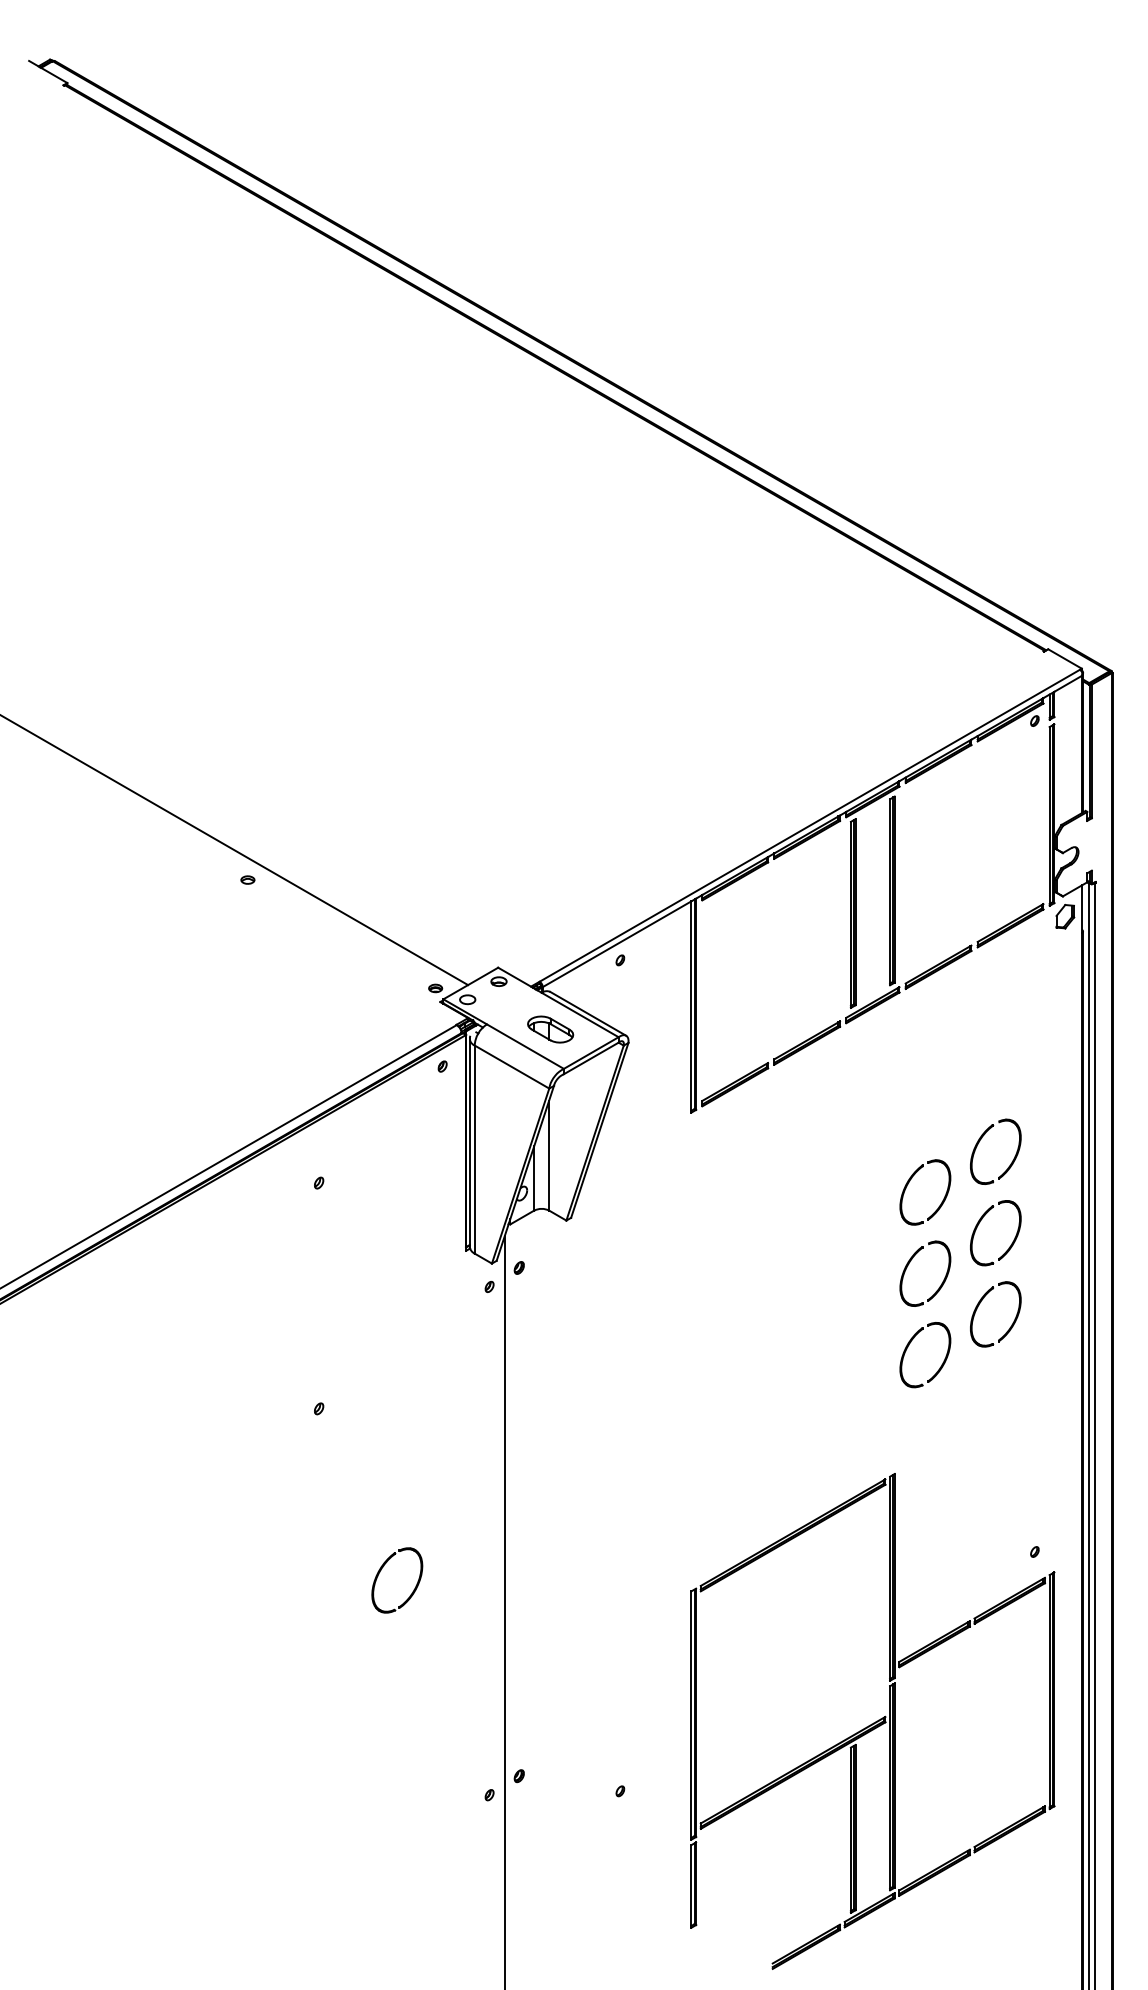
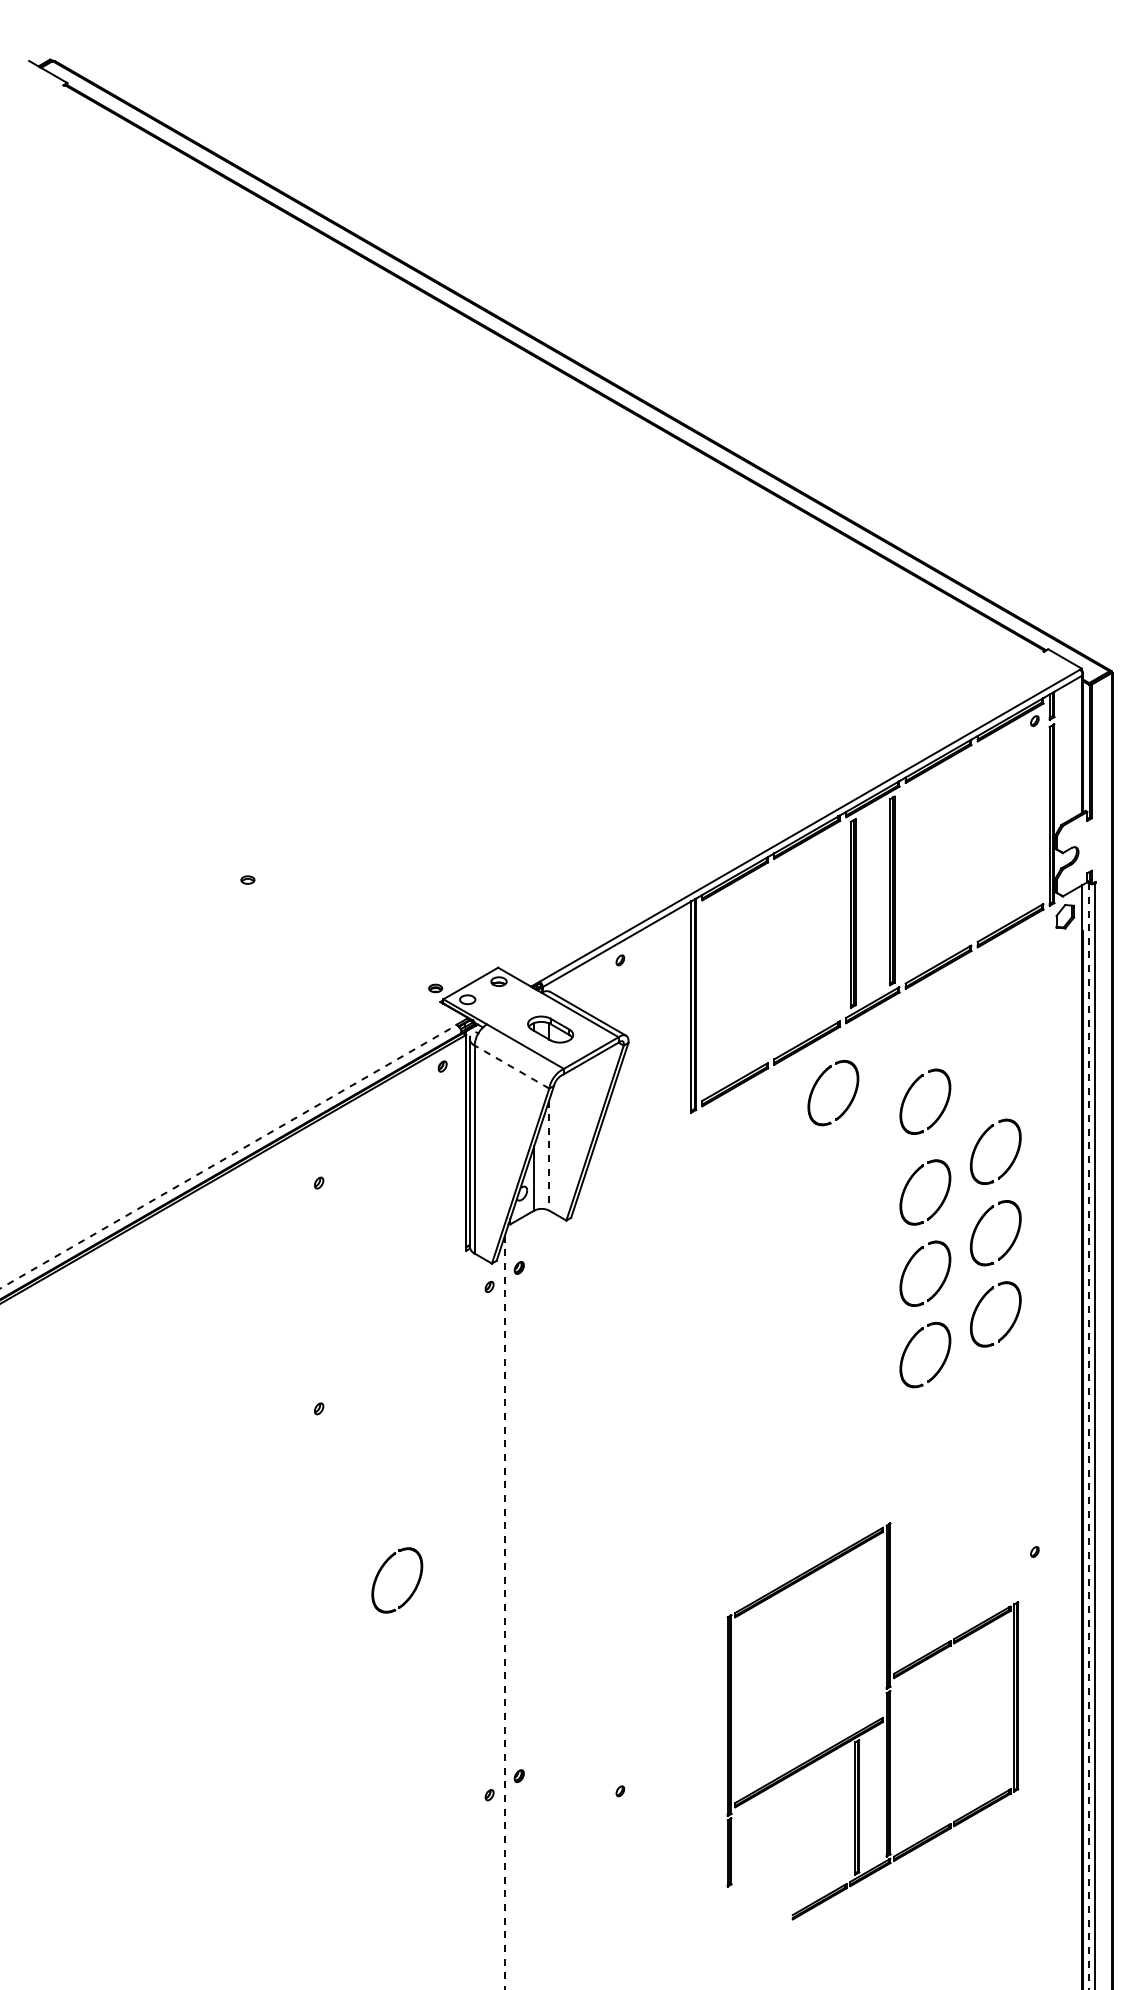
line at (235, 850): present -> none
line at (511, 1066): solid -> dashed
part at (909, 1092): none -> present
part at (849, 1102): none -> present
line at (229, 1156): solid -> dashed
line at (549, 1156): solid -> dashed
line at (1088, 1436): solid -> dashed
line at (504, 1612): solid -> dashed
part at (872, 1721) size: 366x497 px -> 294x399 px
